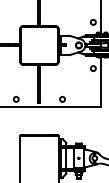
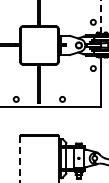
line at (101, 16): solid -> dashed
line at (20, 159): solid -> dashed
